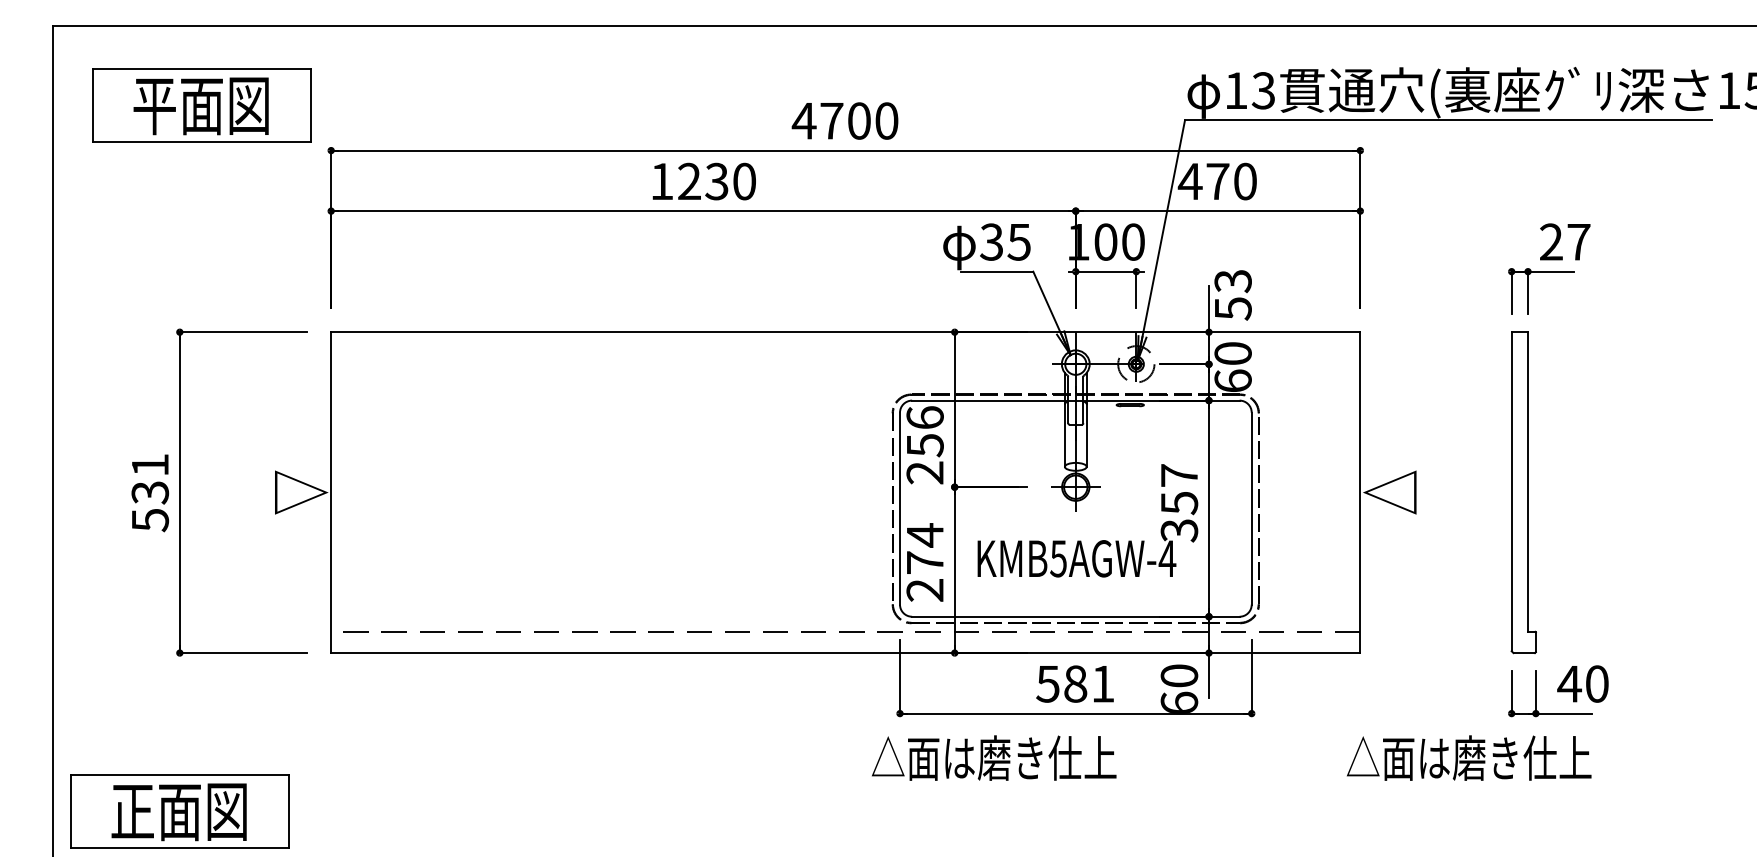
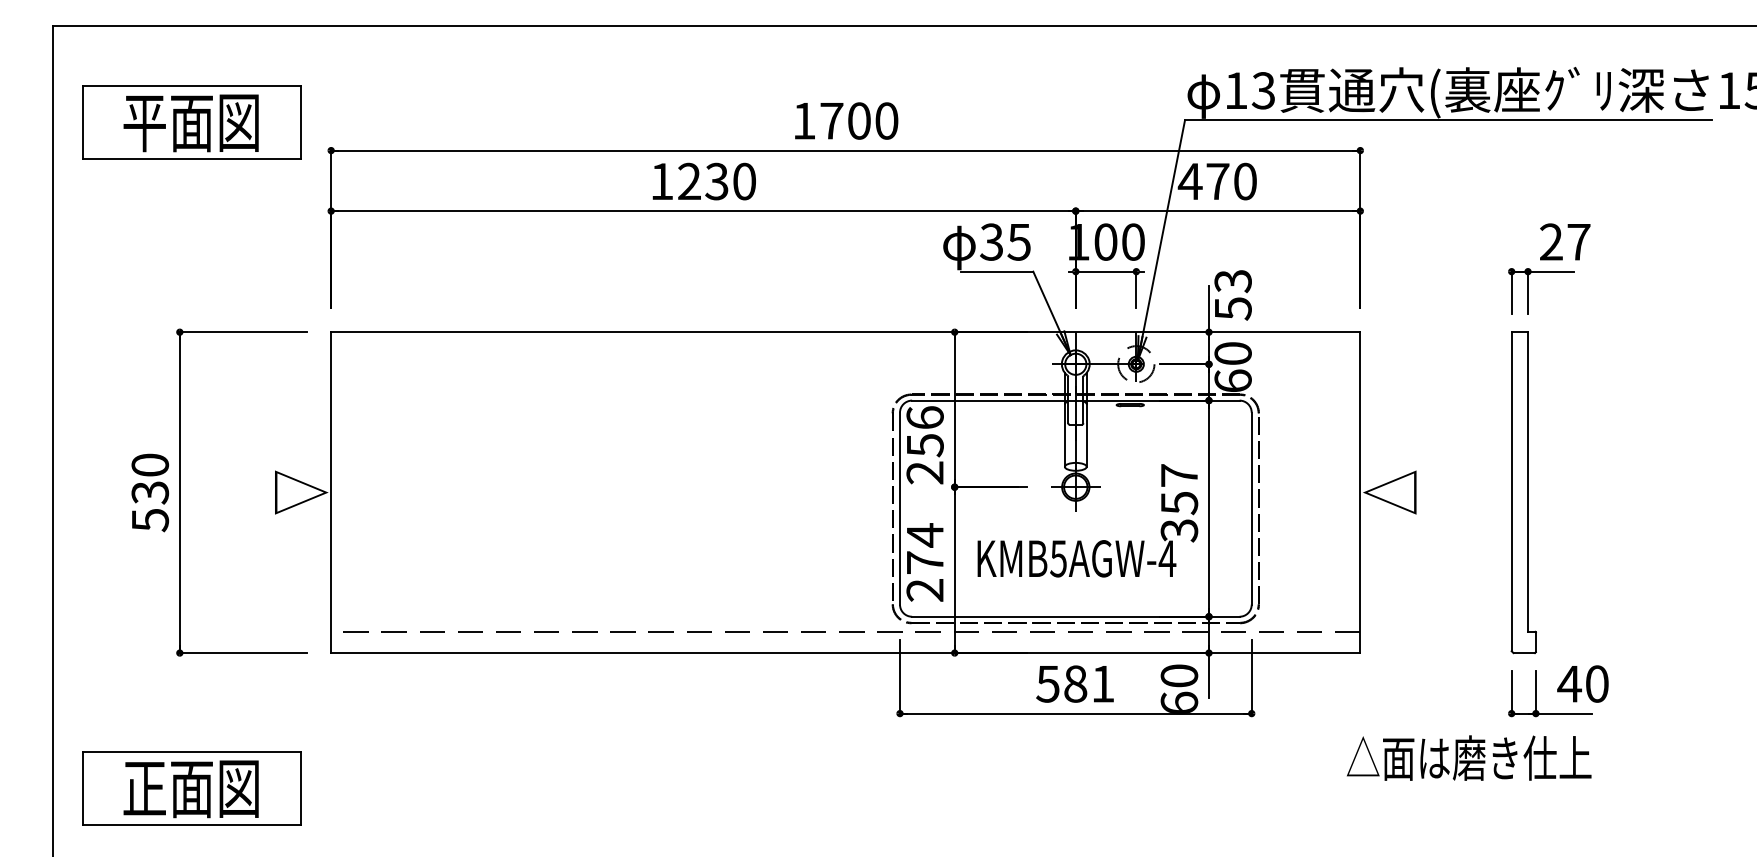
part at (201, 105) position: (201, 105) -> (191, 122)
text at (803, 121): 4700 -> 1700
text at (150, 464): 531 -> 530
part at (994, 757): present -> none
part at (179, 811) position: (179, 811) -> (191, 788)
